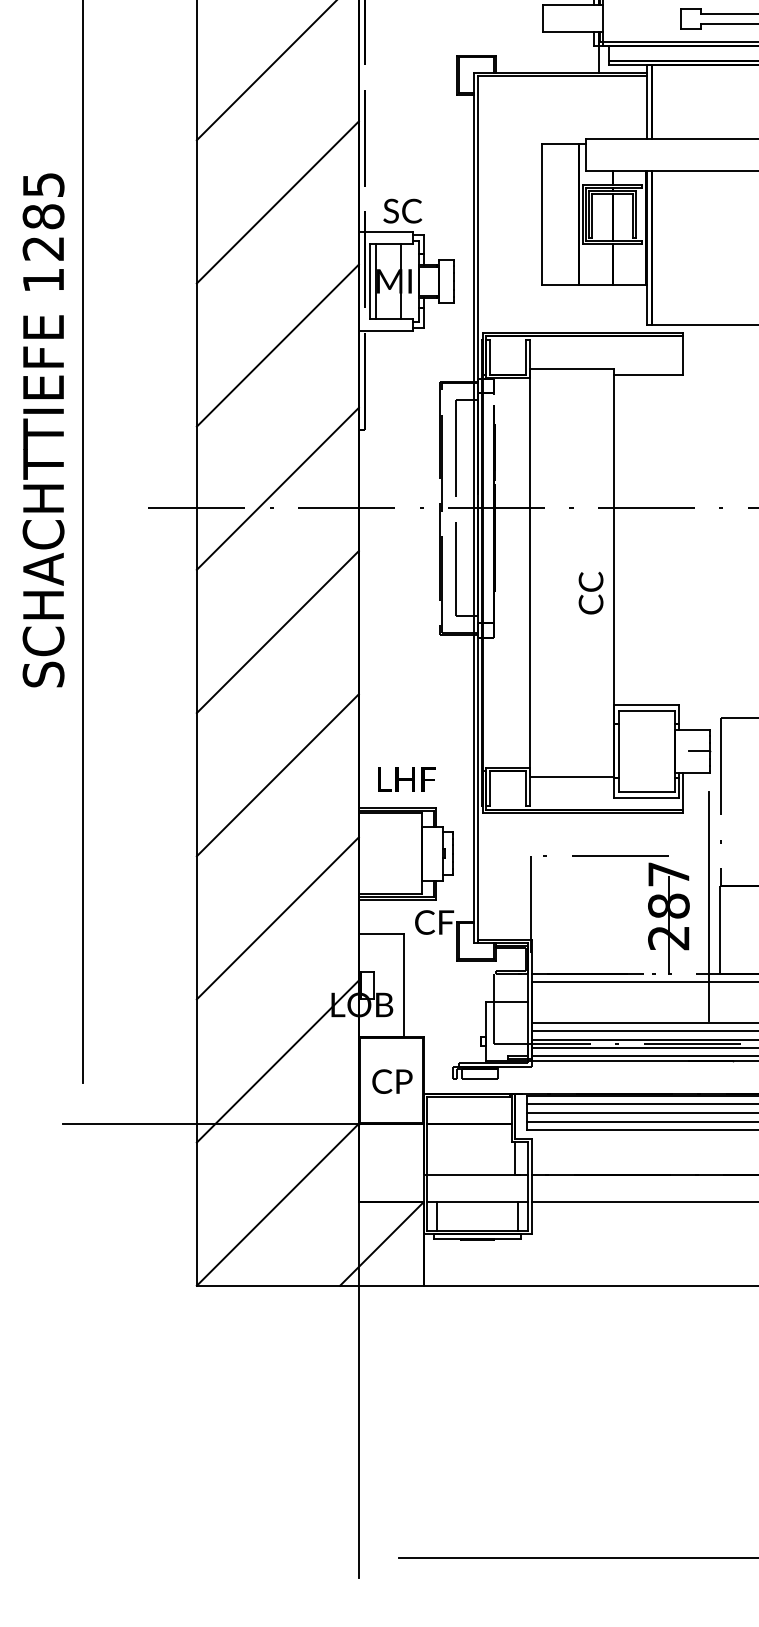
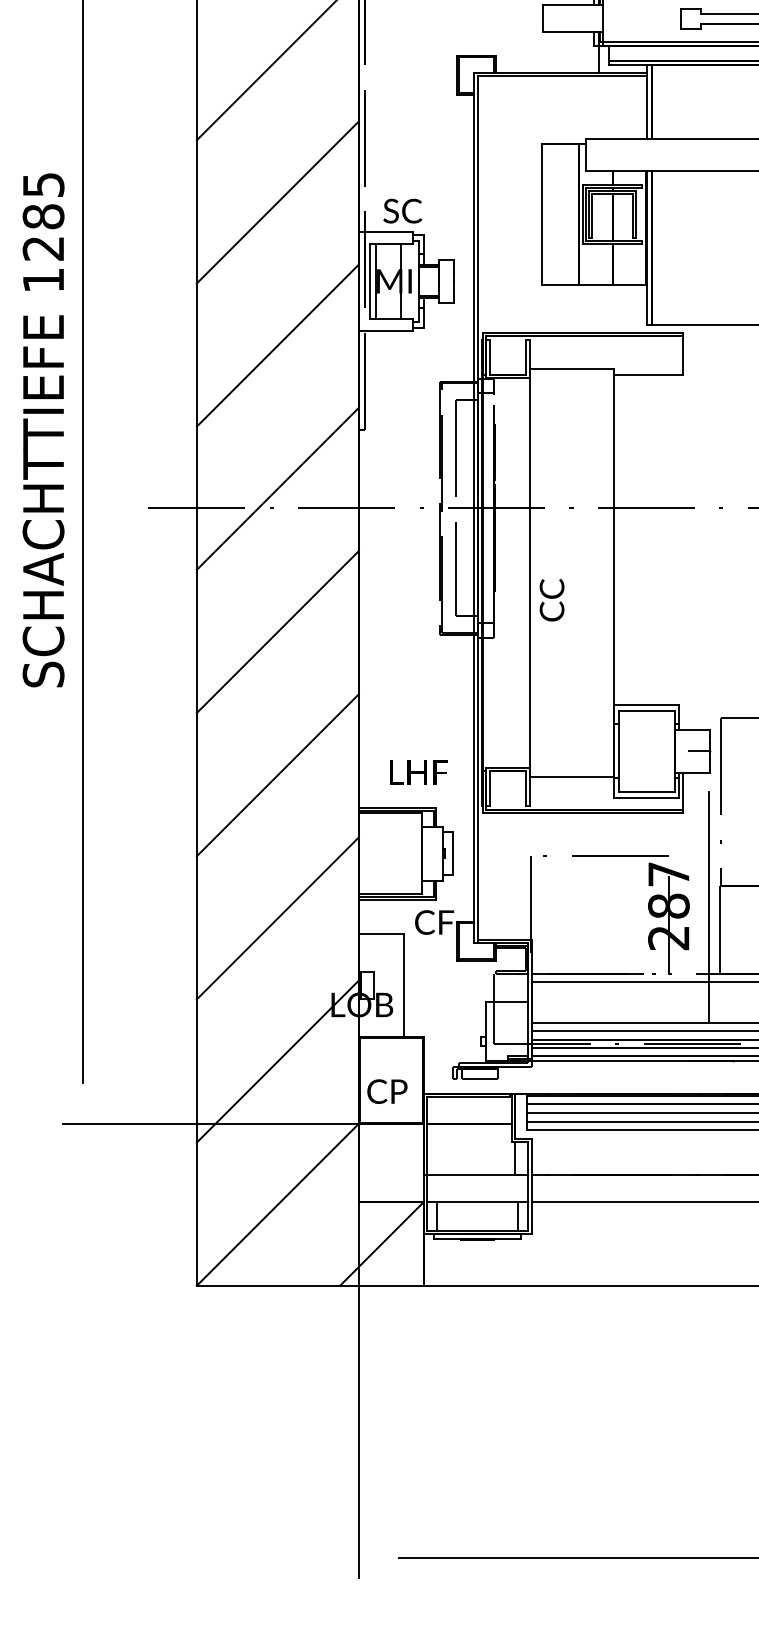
text at (590, 592) position: (590, 592) -> (551, 599)
text at (406, 779) position: (406, 779) -> (418, 772)
text at (392, 1081) position: (392, 1081) -> (387, 1091)
